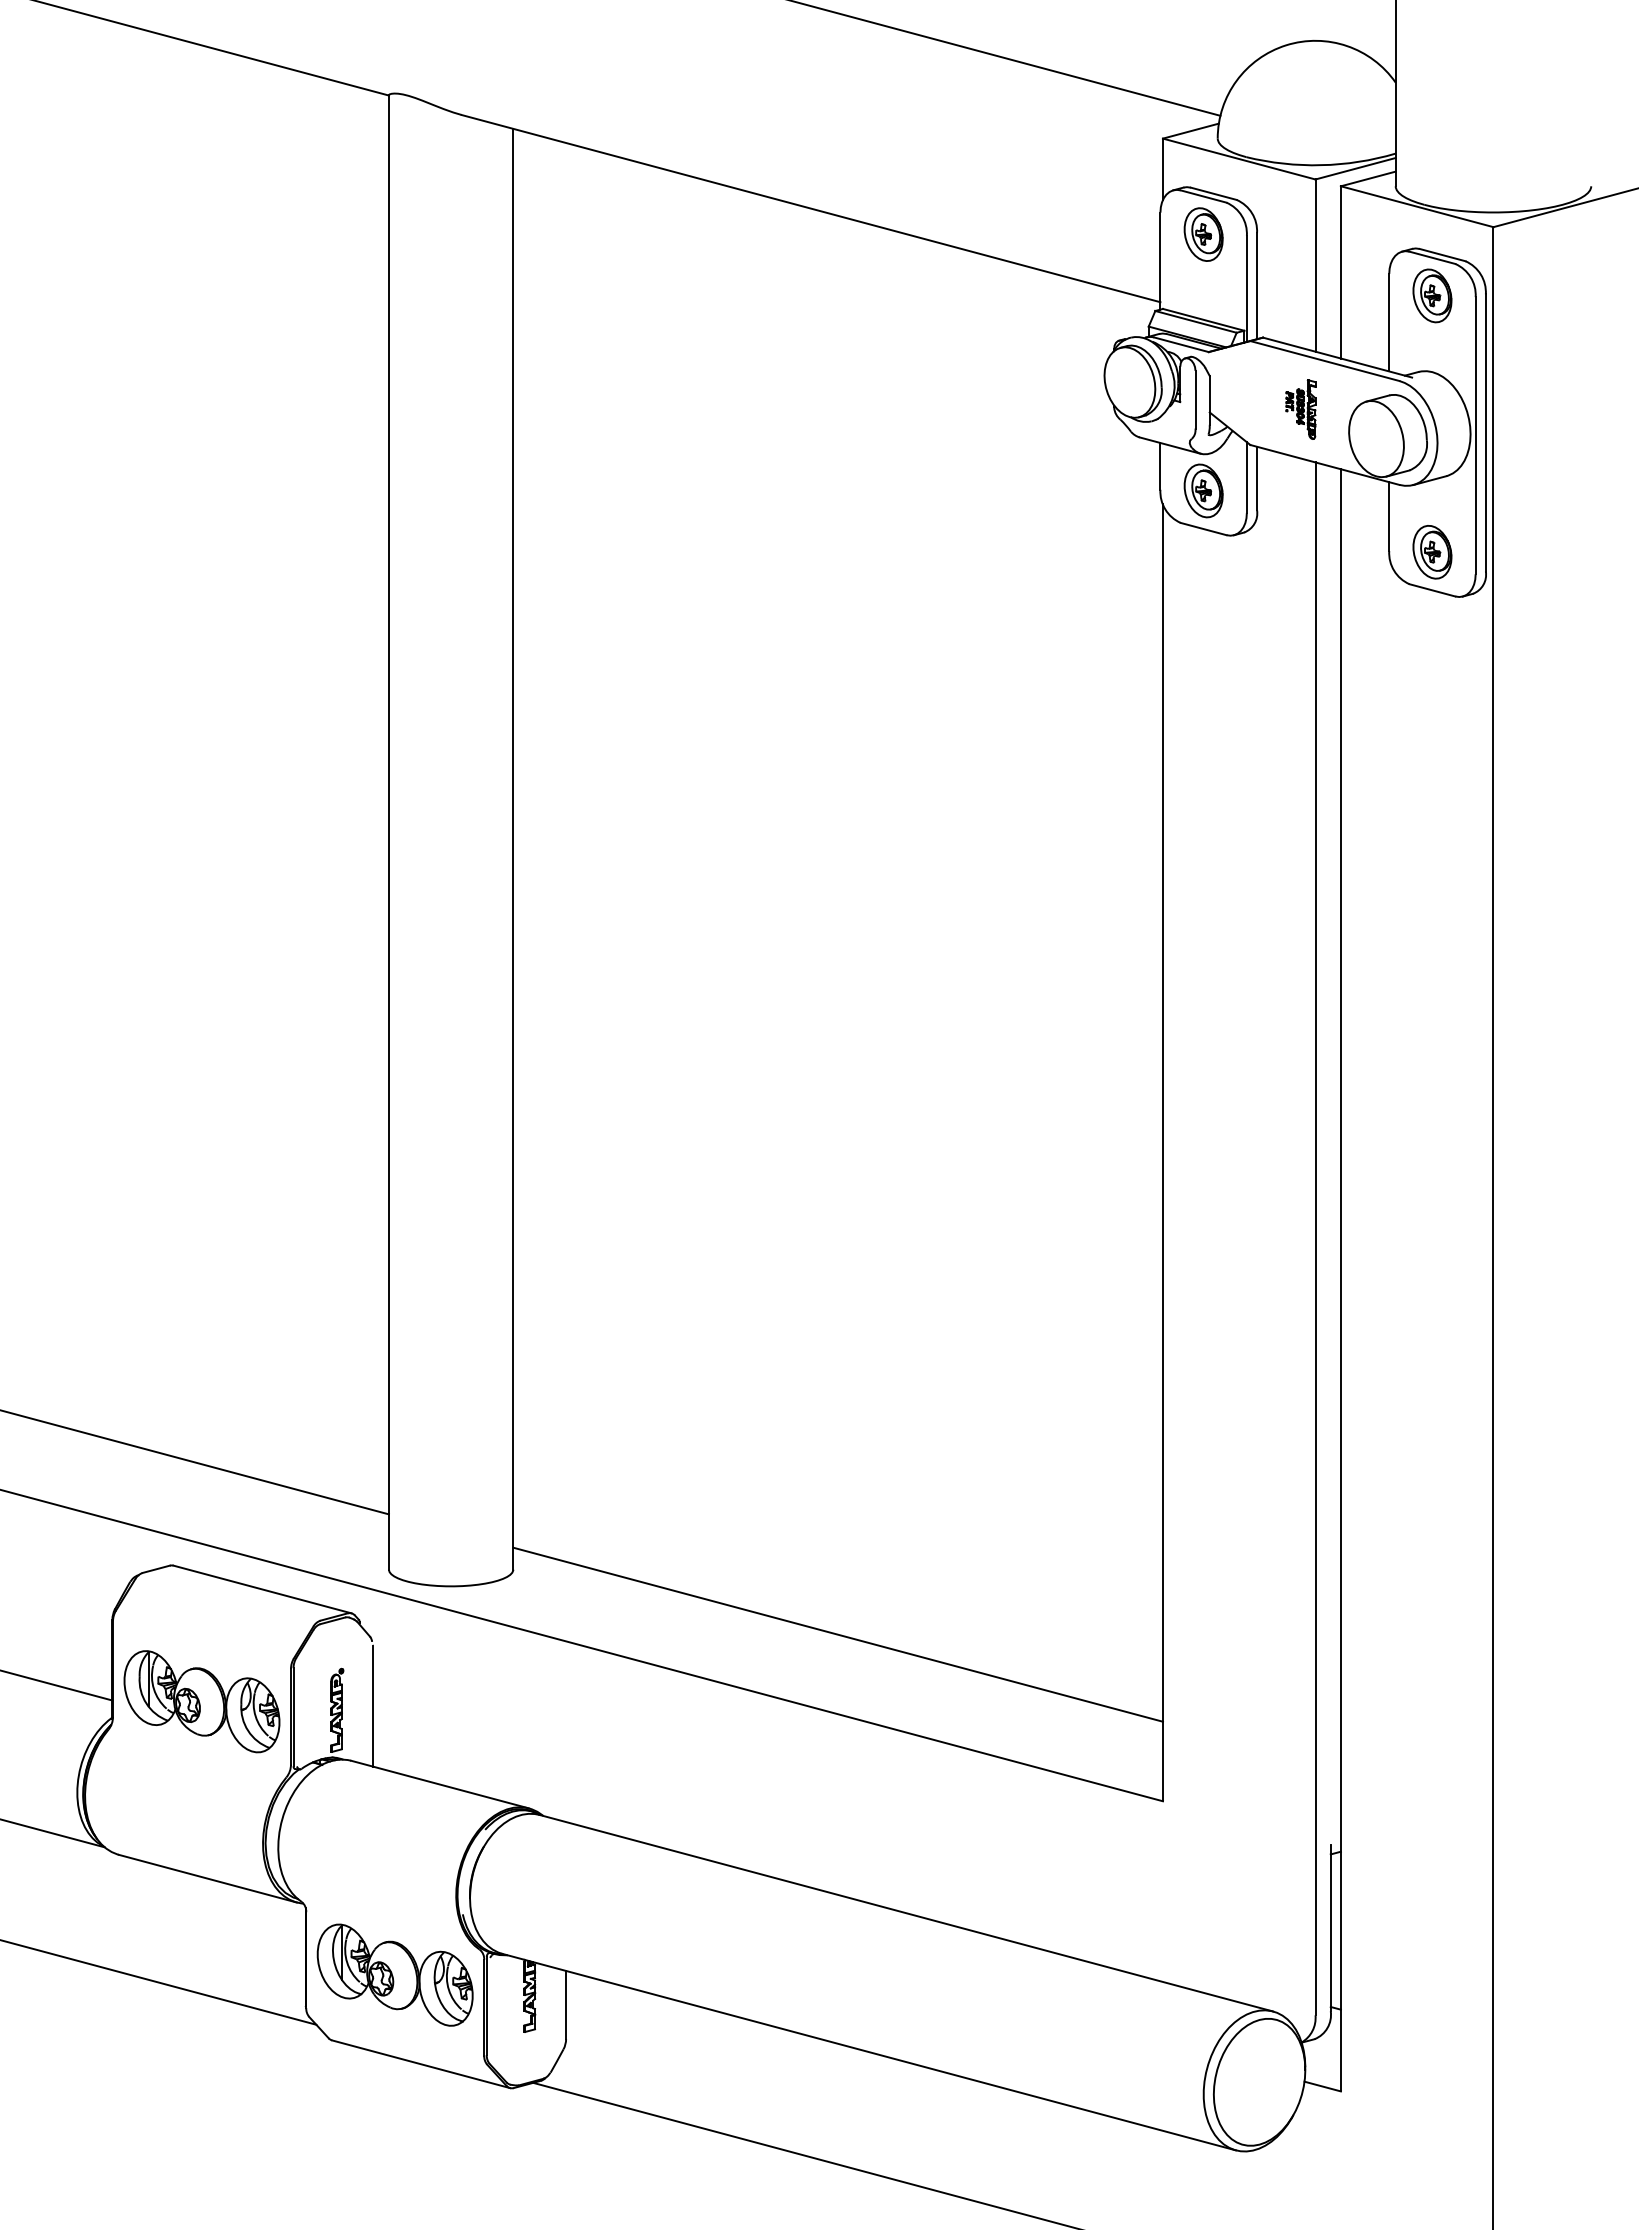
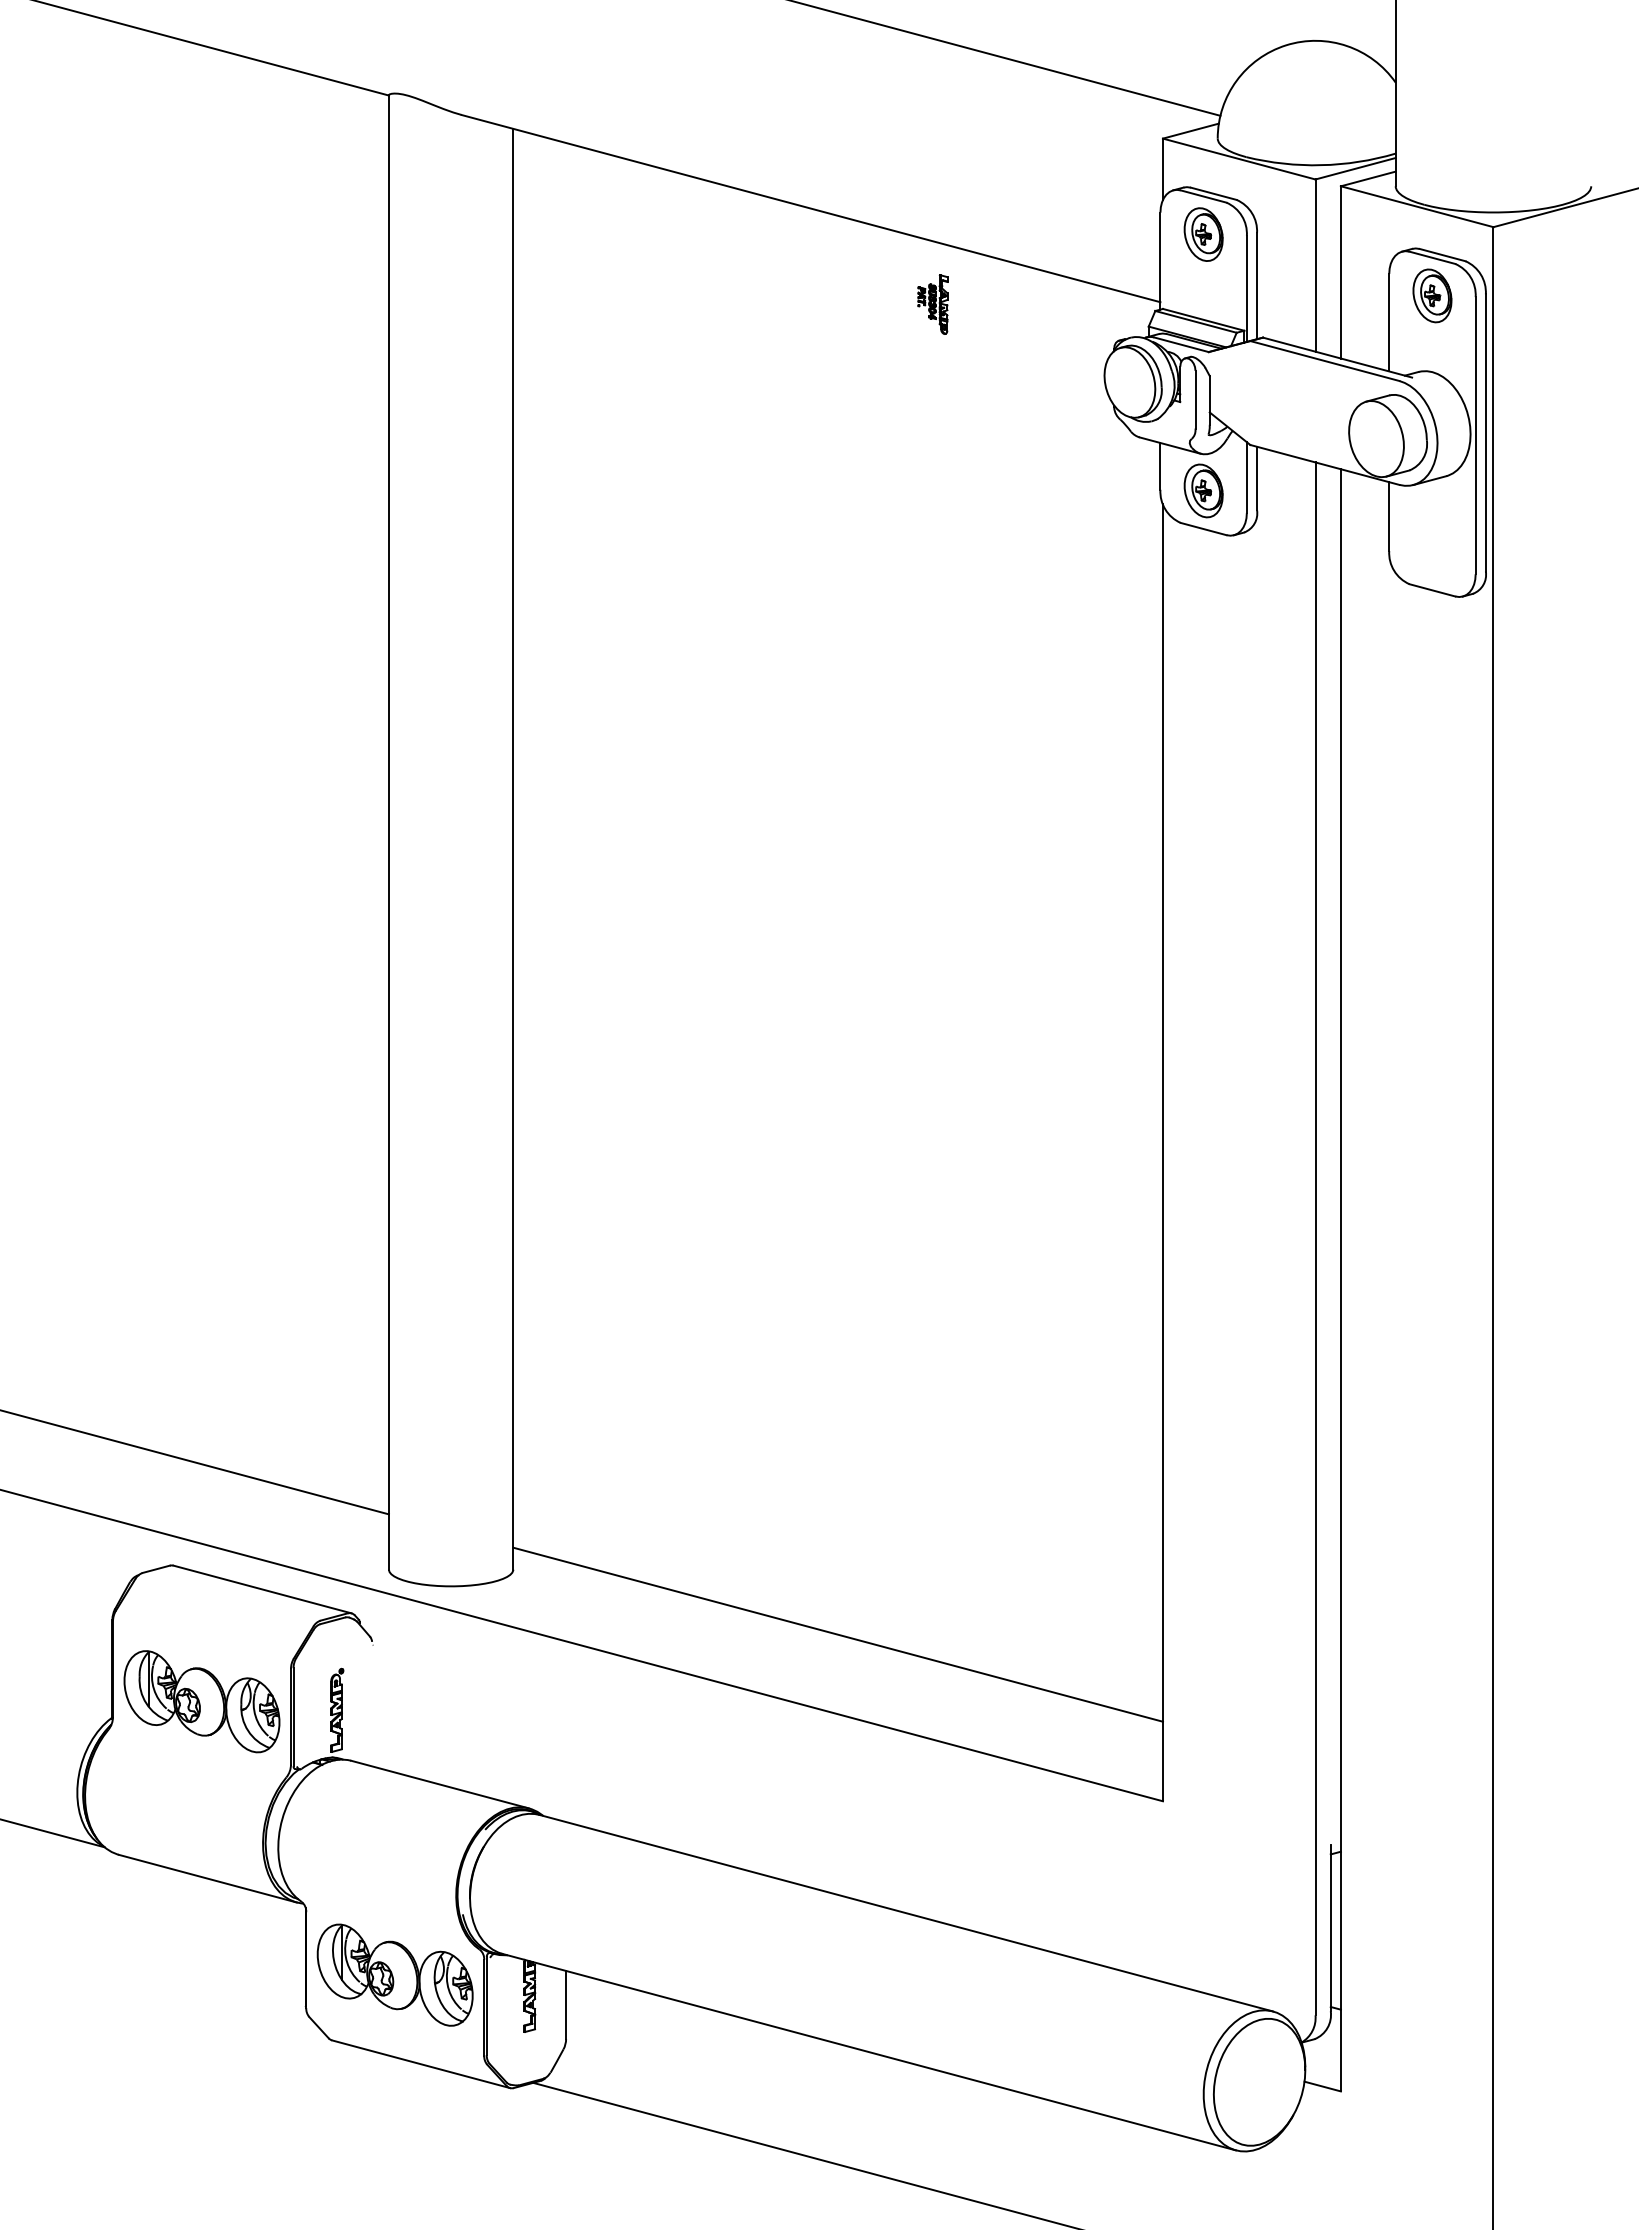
part at (1300, 409) position: (1300, 409) -> (932, 304)
part at (1432, 552): present -> none
line at (57, 1685): present -> none
line at (372, 1705): present -> none
line at (159, 1982): present -> none
